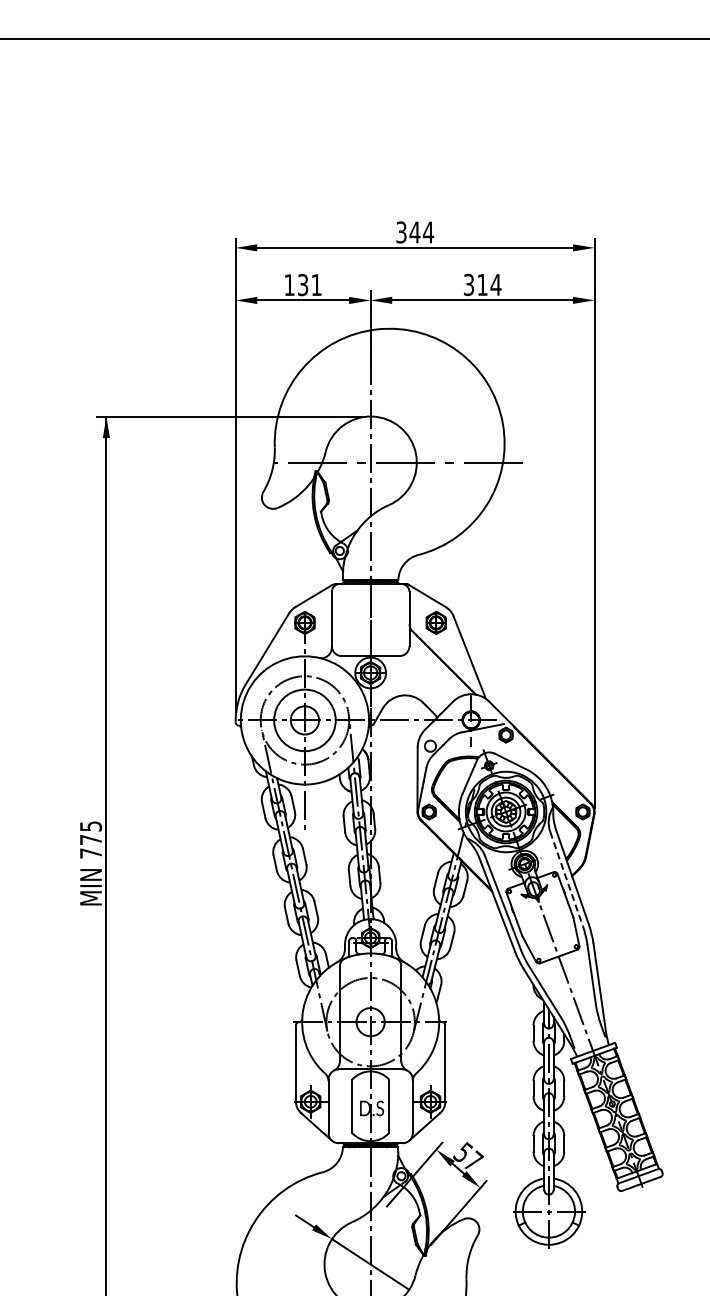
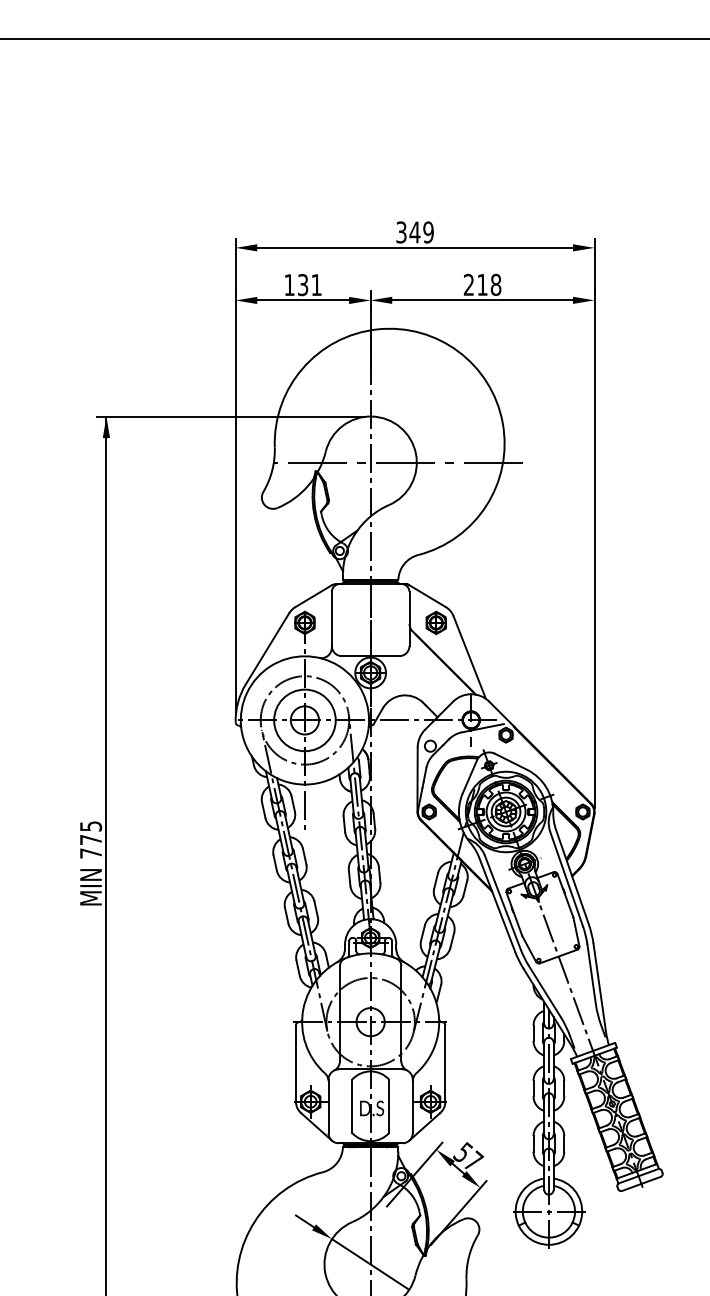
text at (428, 232): 344 -> 349
text at (482, 284): 314 -> 218
line at (566, 879): dashed -> solid
